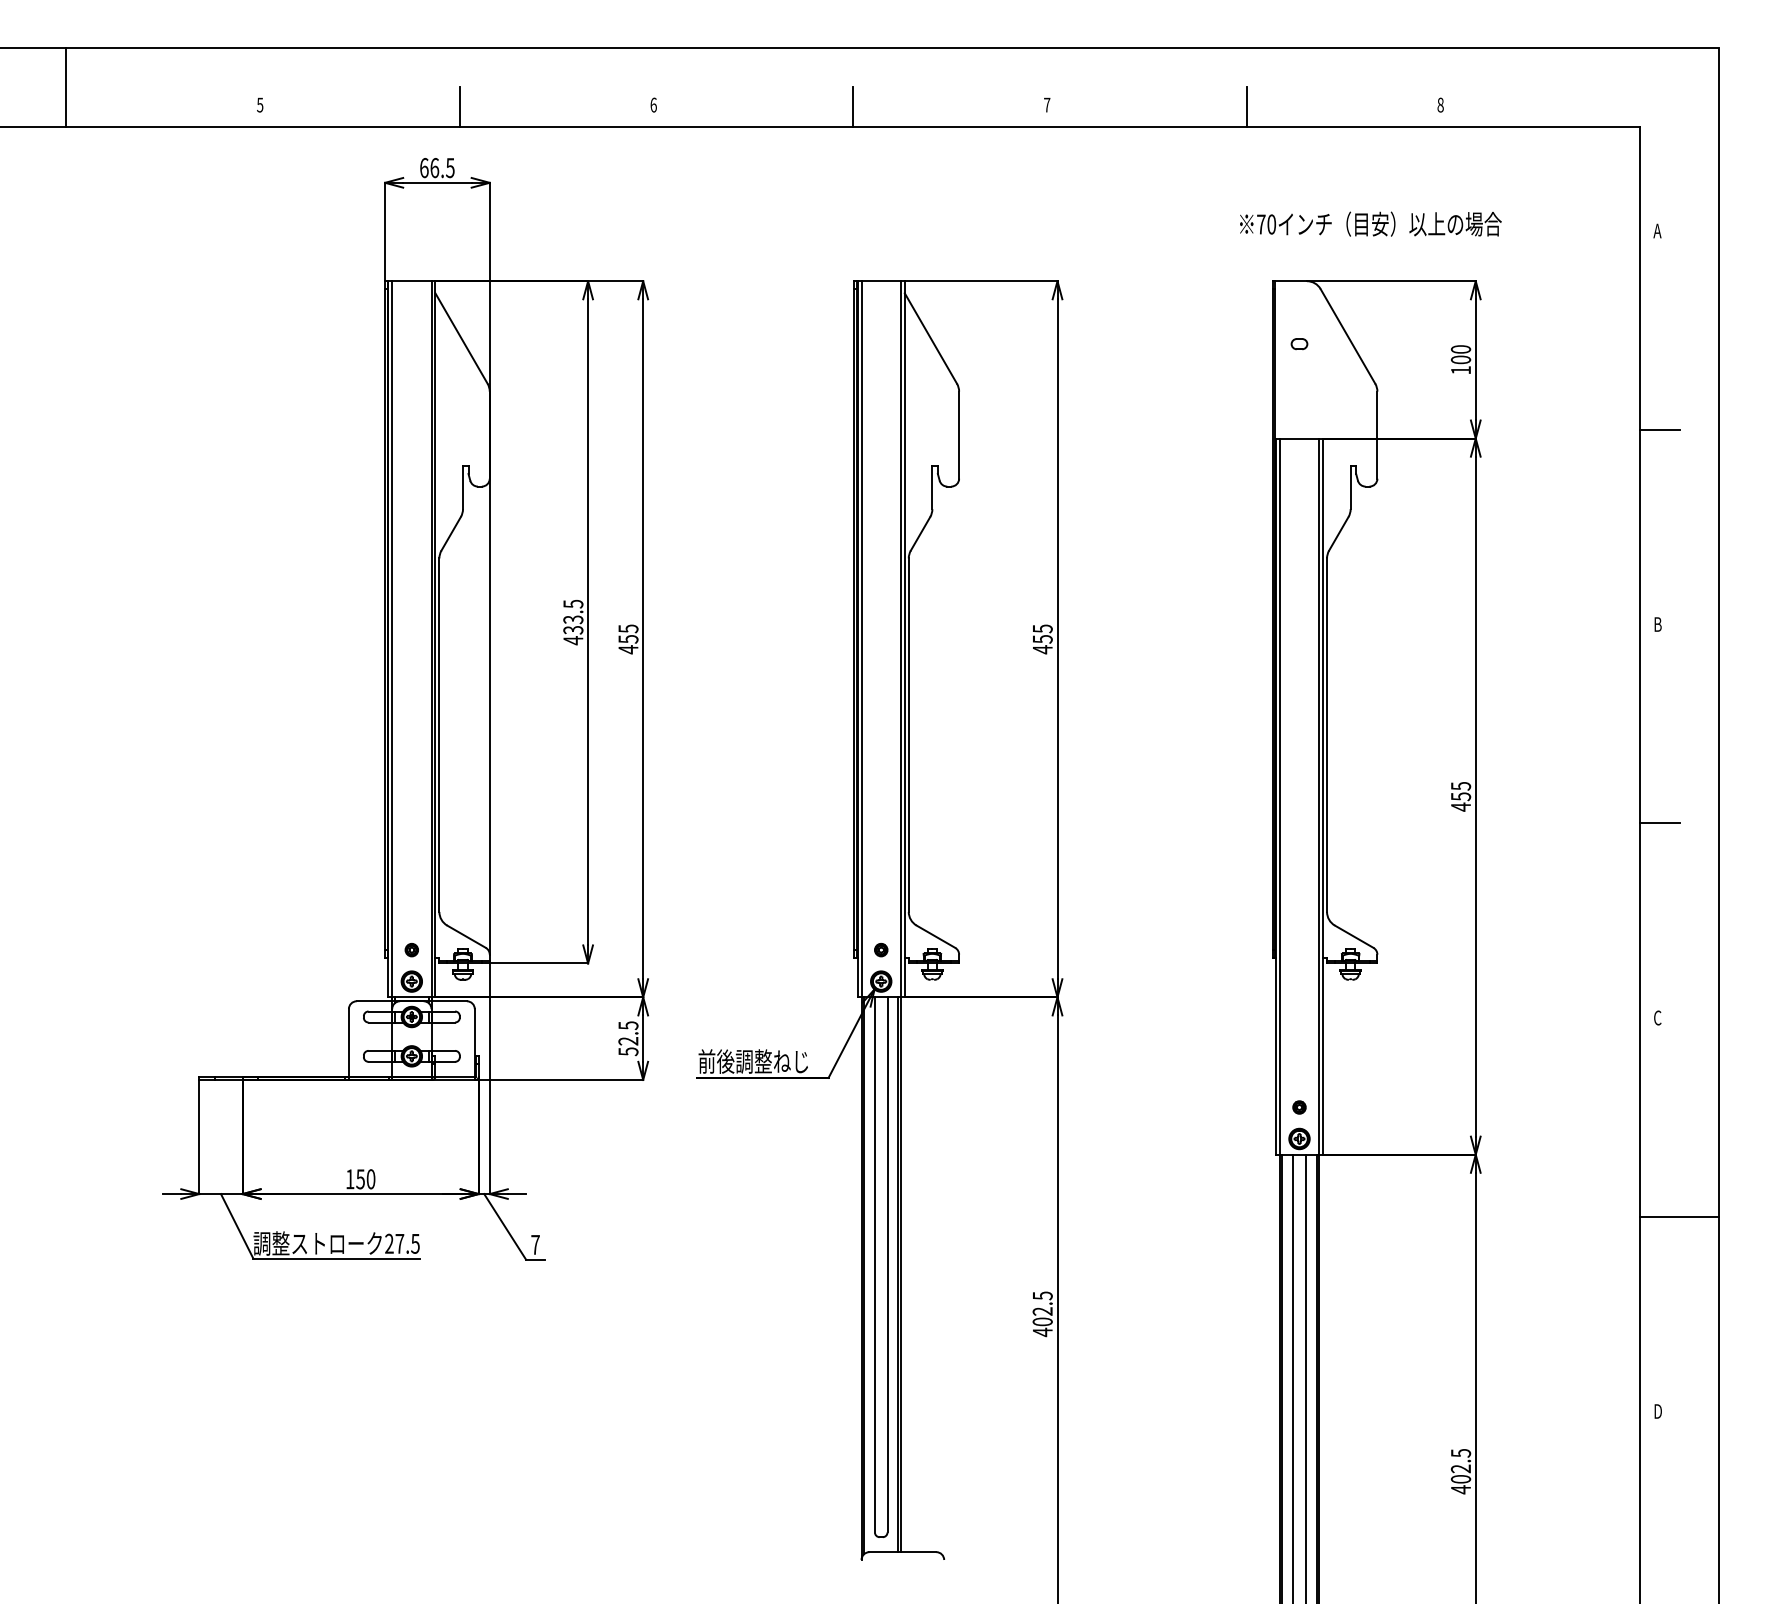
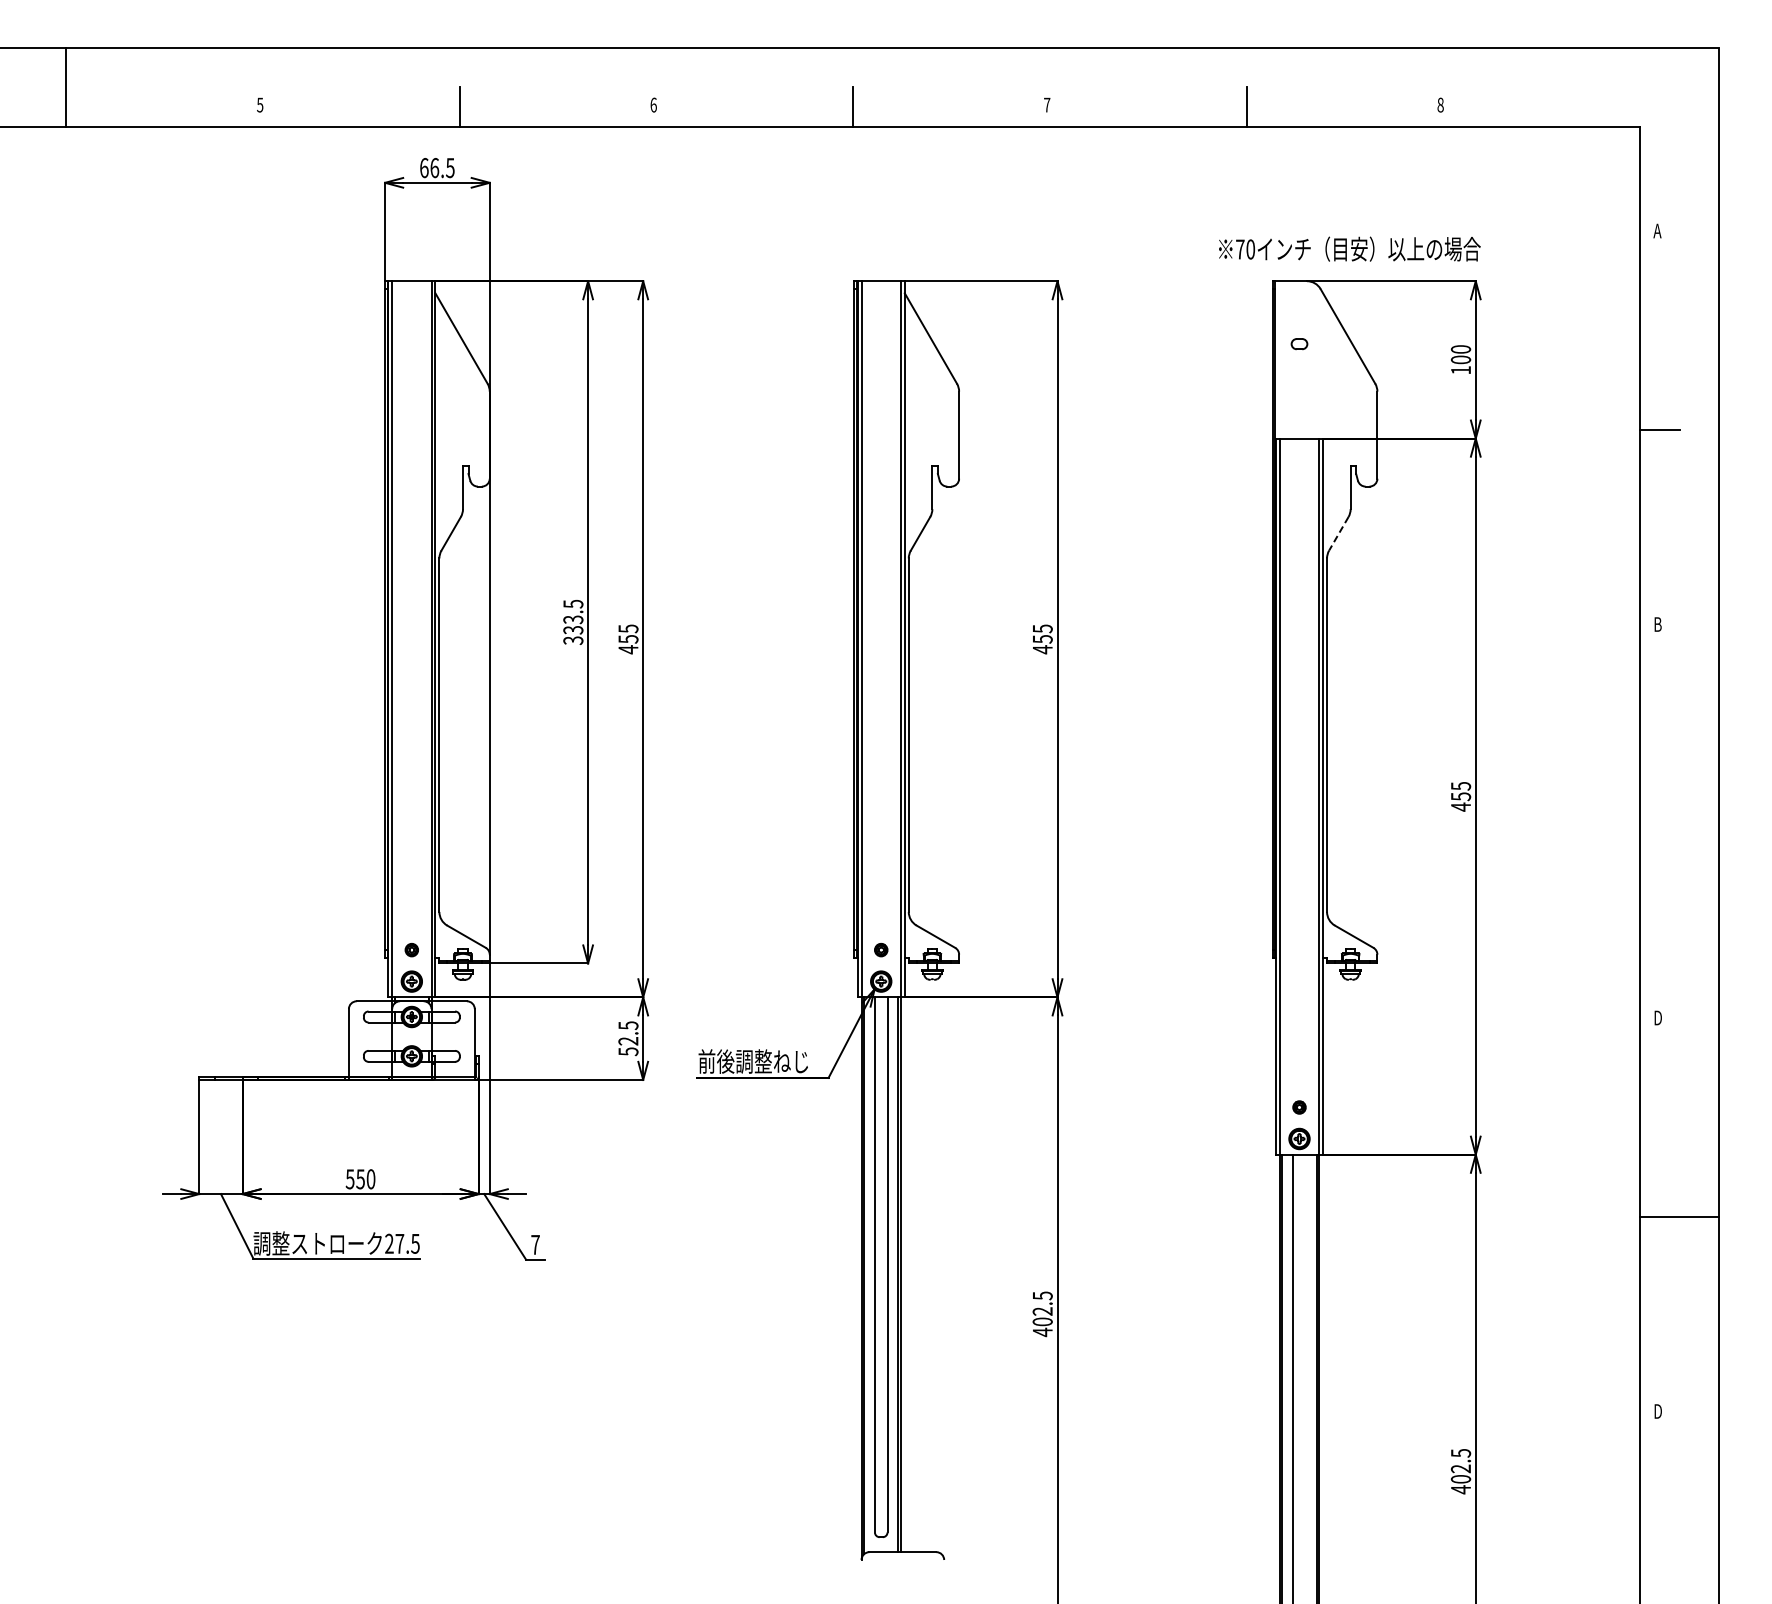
text at (1370, 223) position: (1370, 223) -> (1349, 248)
line at (1338, 534): solid -> dashed
text at (573, 640): 433.5 -> 333.5
line at (1659, 823): present -> none
text at (1657, 1017): C -> D
text at (349, 1179): 150 -> 550
line at (1305, 1377): present -> none
